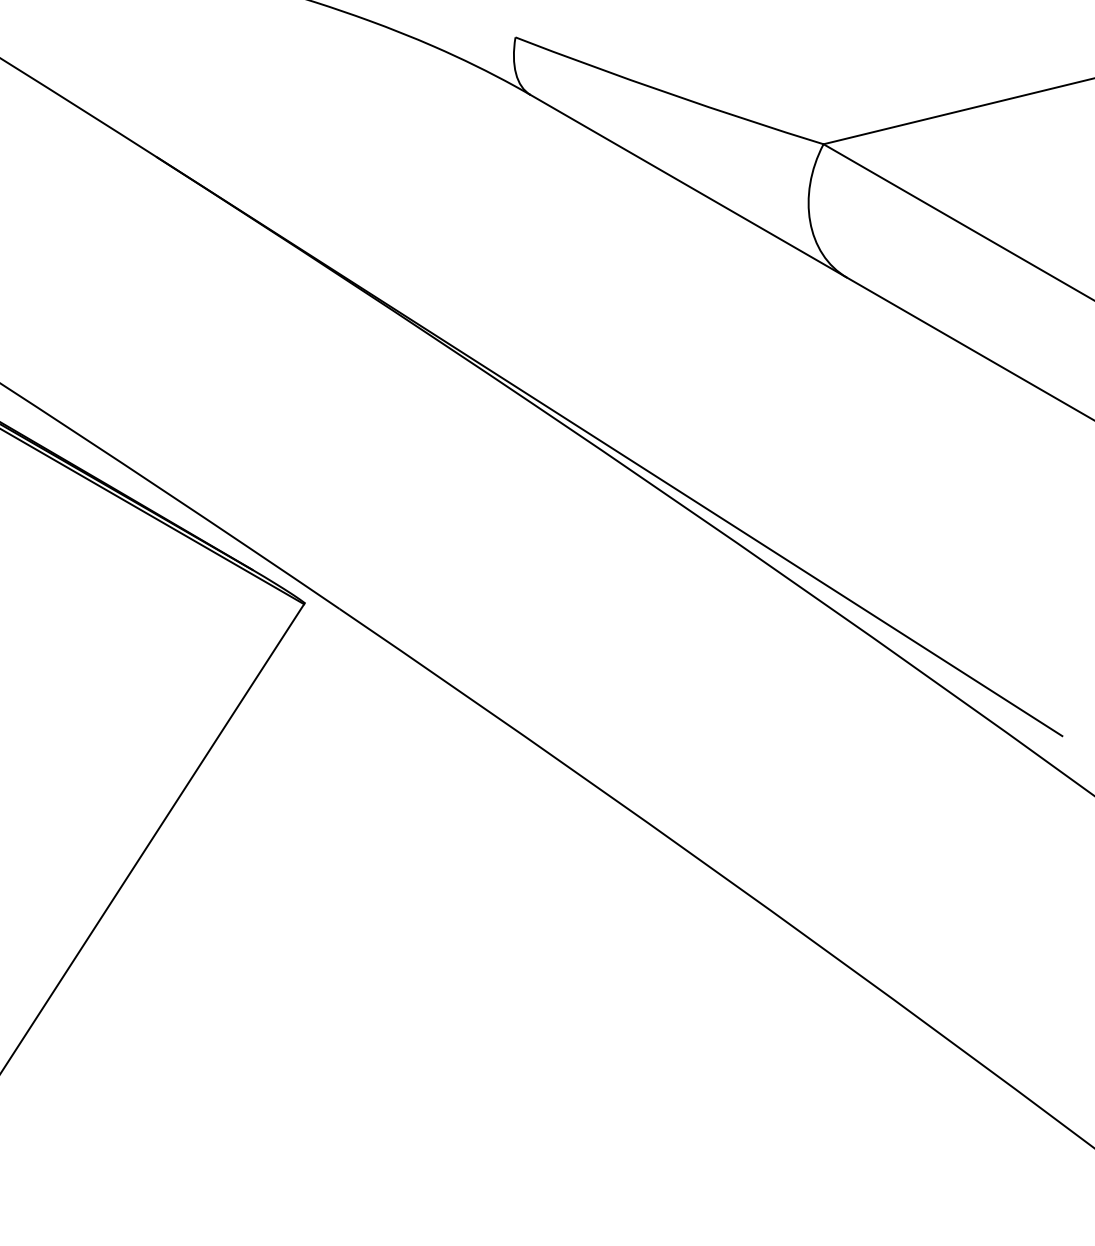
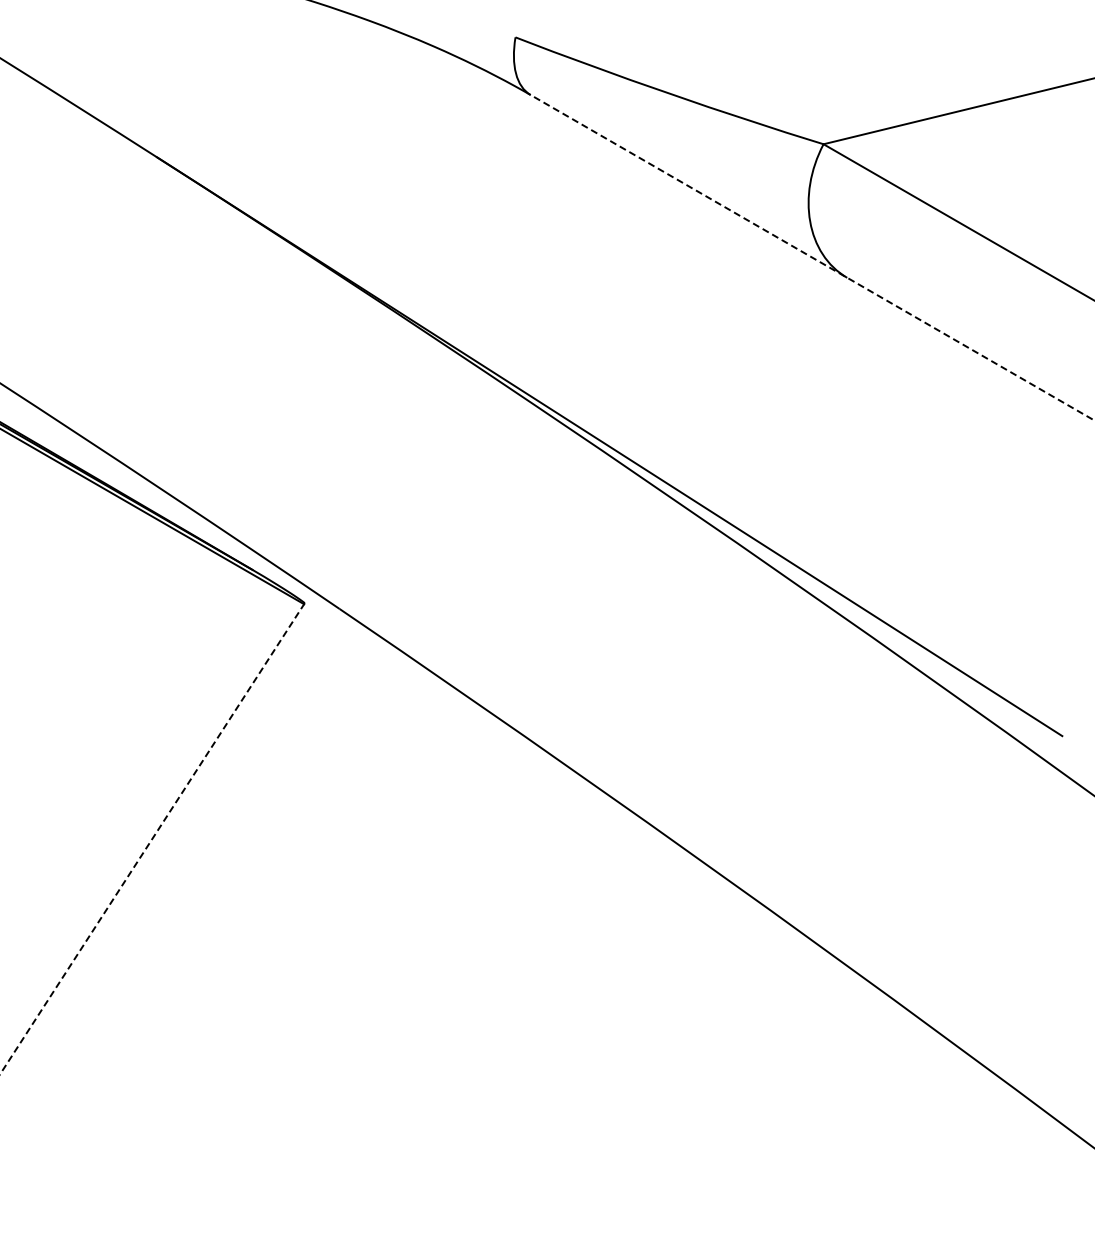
line at (812, 257): solid -> dashed
line at (152, 838): solid -> dashed
